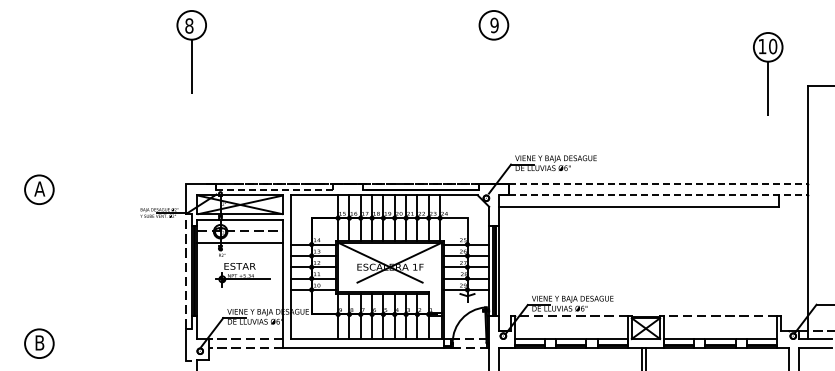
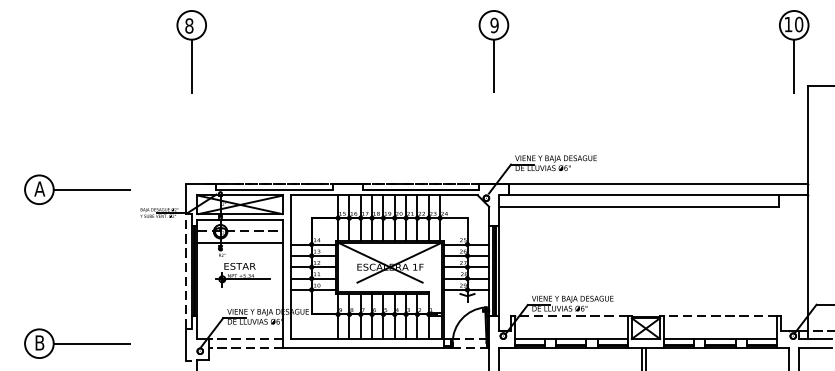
line at (493, 66): none -> present
part at (768, 73) position: (768, 73) -> (794, 51)
line at (658, 184): dashed -> solid
line at (92, 189): none -> present
line at (275, 189): dashed -> solid
line at (658, 195): dashed -> solid
line at (92, 343): none -> present
